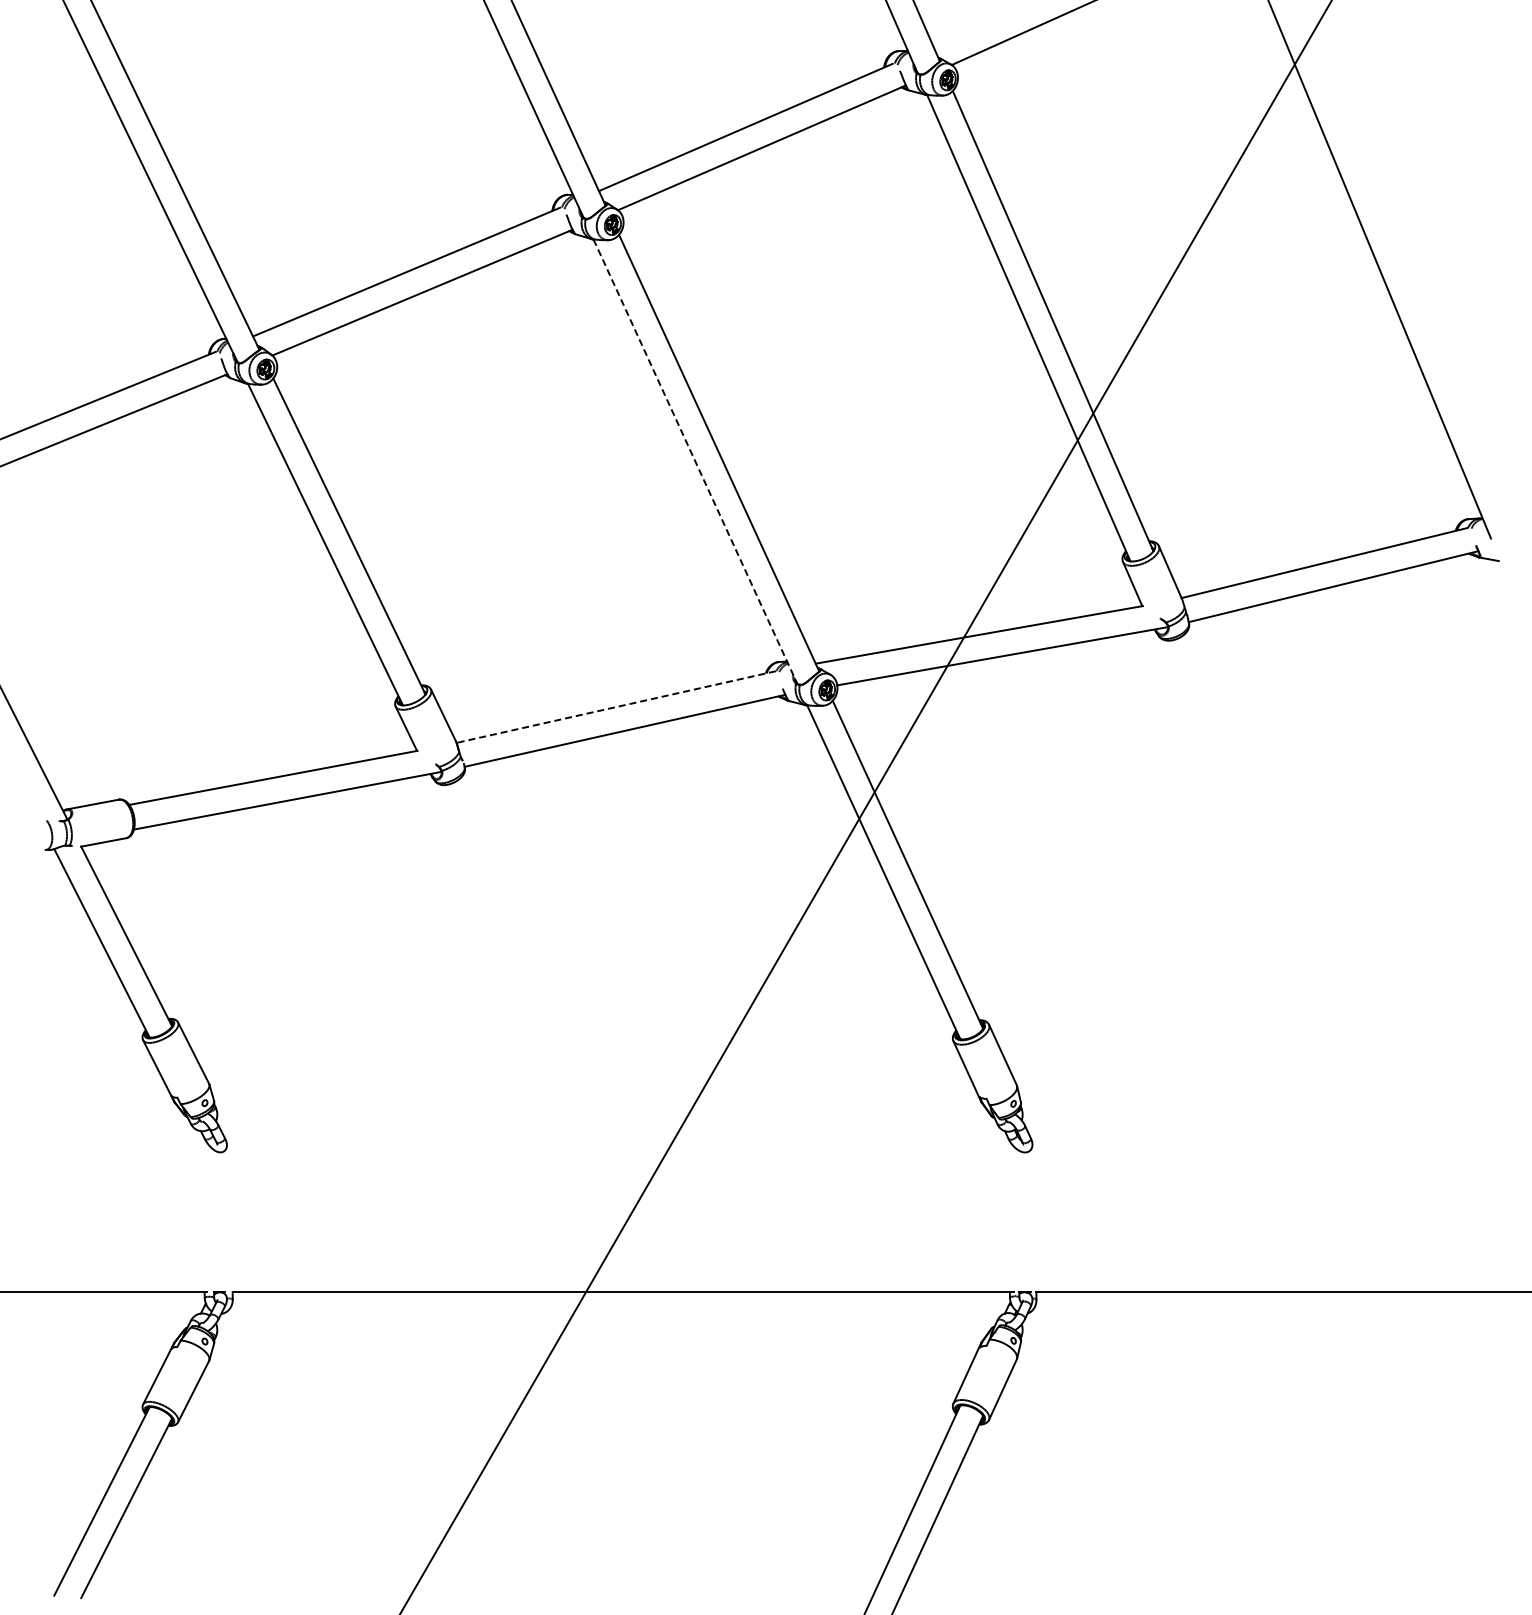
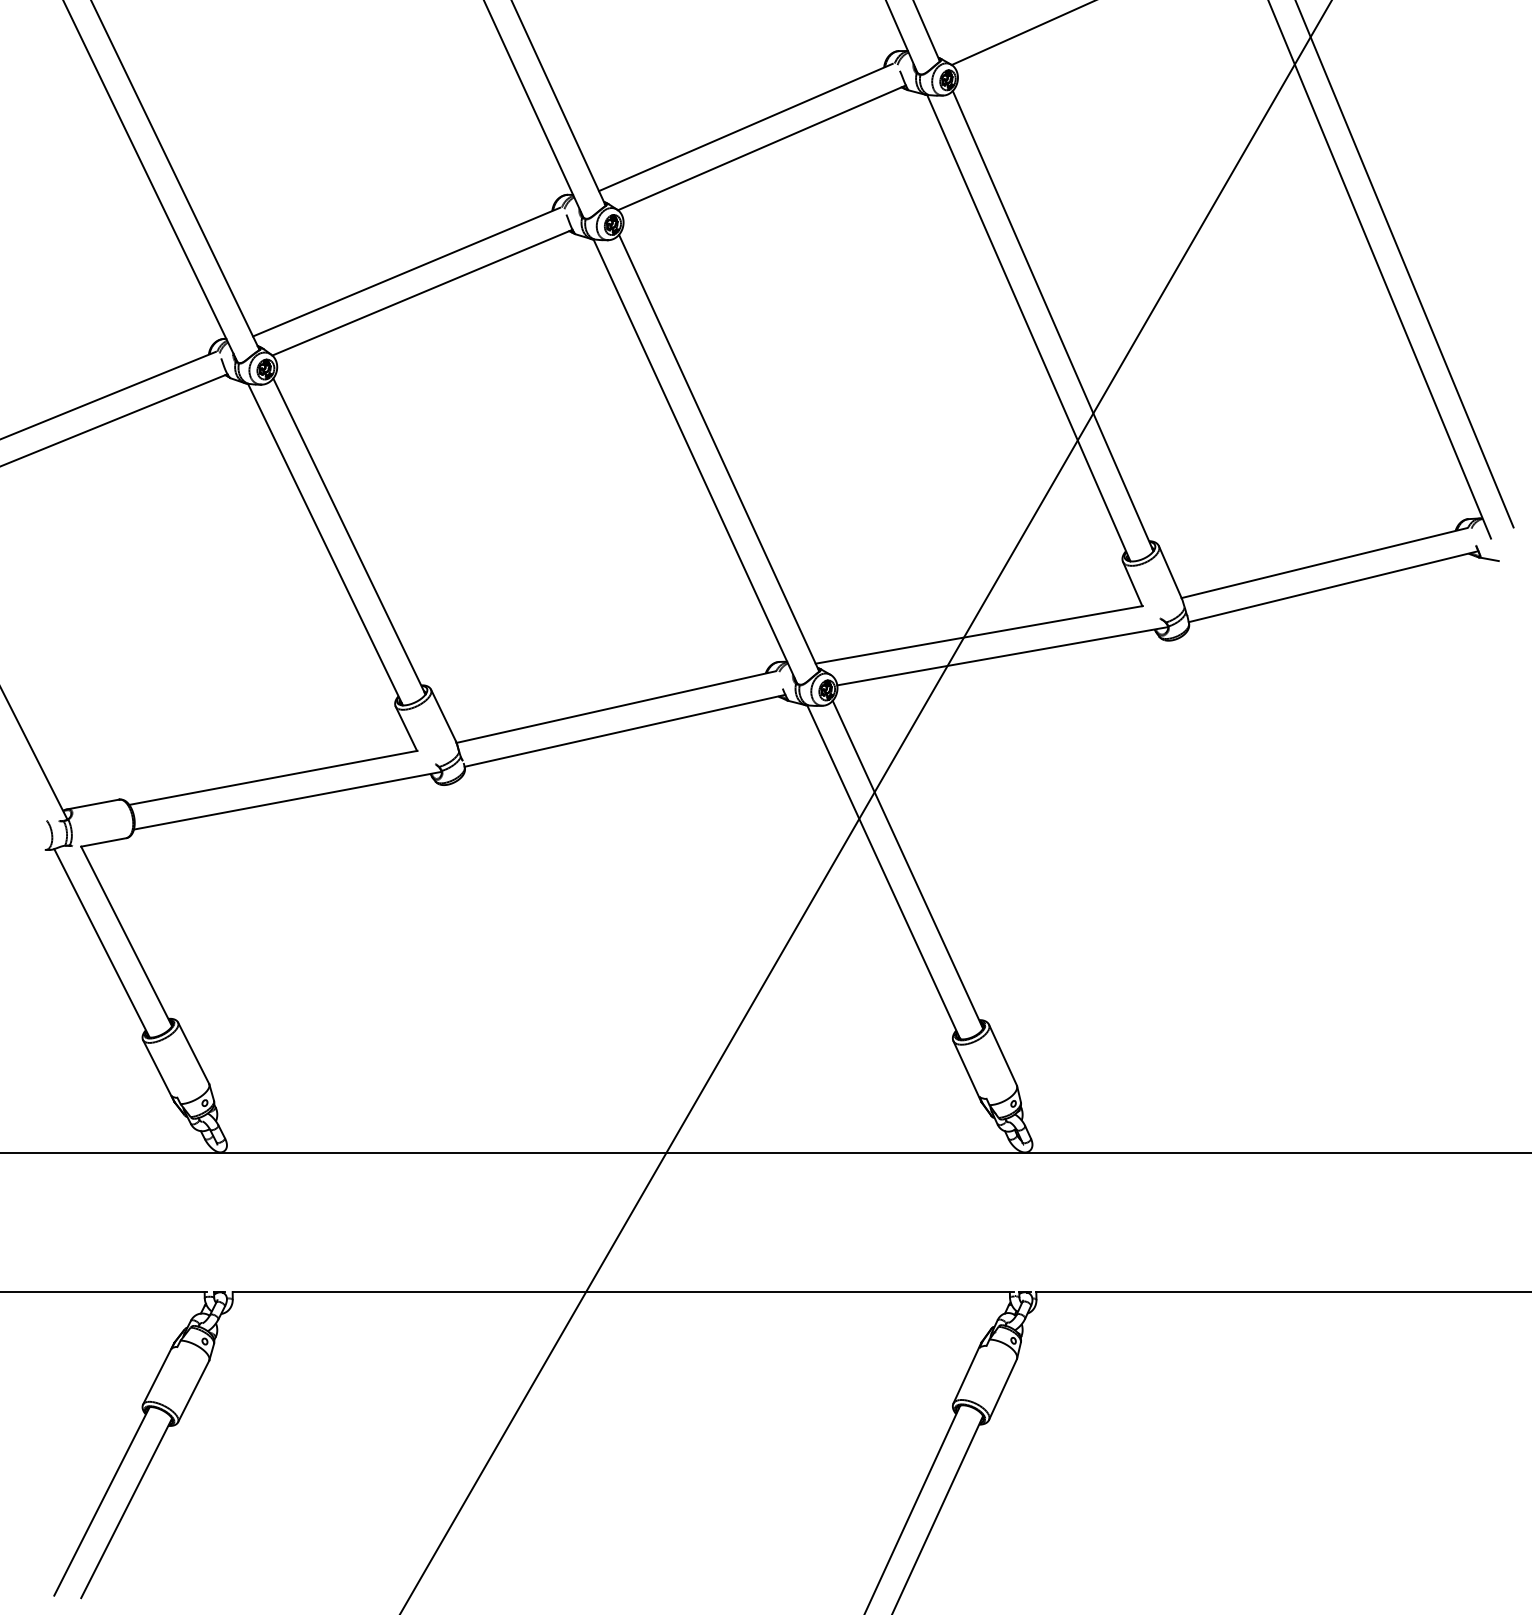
line at (1404, 264): none -> present
line at (695, 461): dashed -> solid
line at (616, 707): dashed -> solid
line at (765, 1152): none -> present
